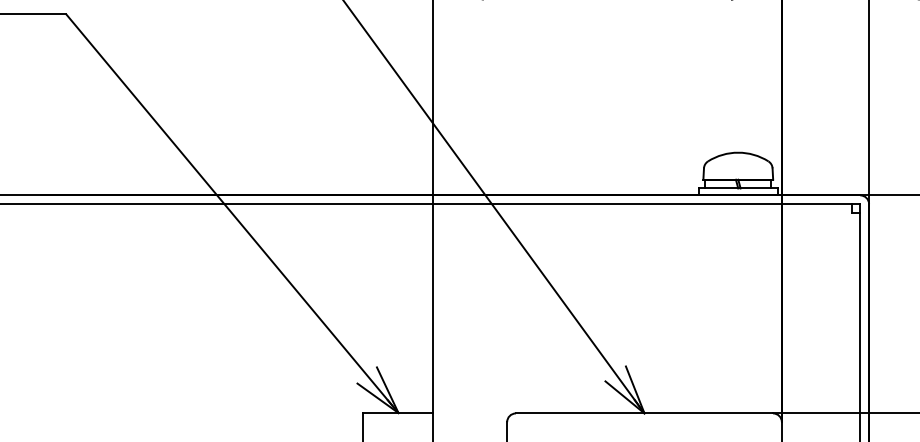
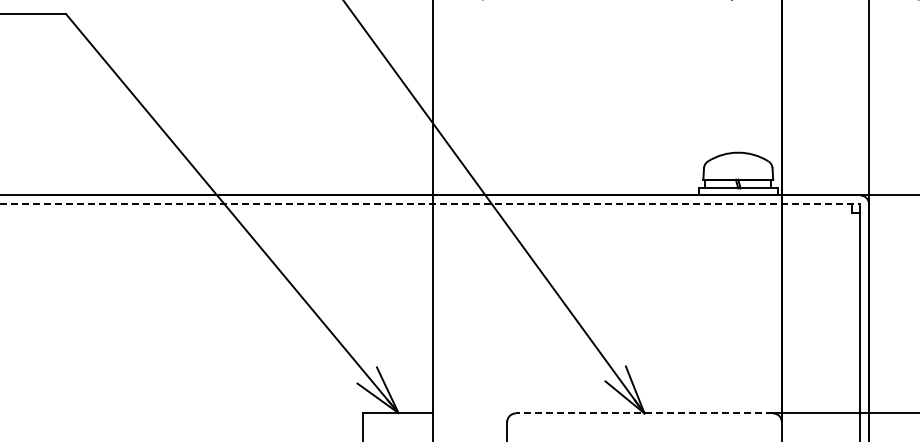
line at (430, 204): solid -> dashed
line at (644, 413): solid -> dashed
